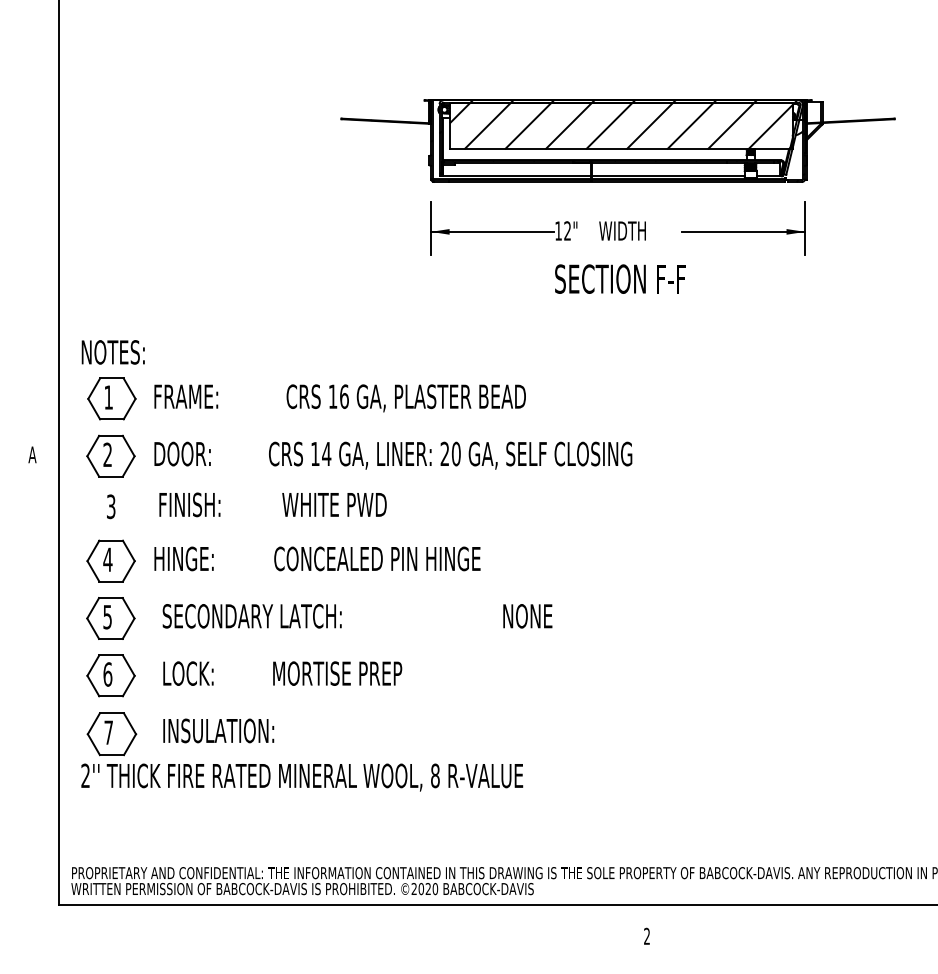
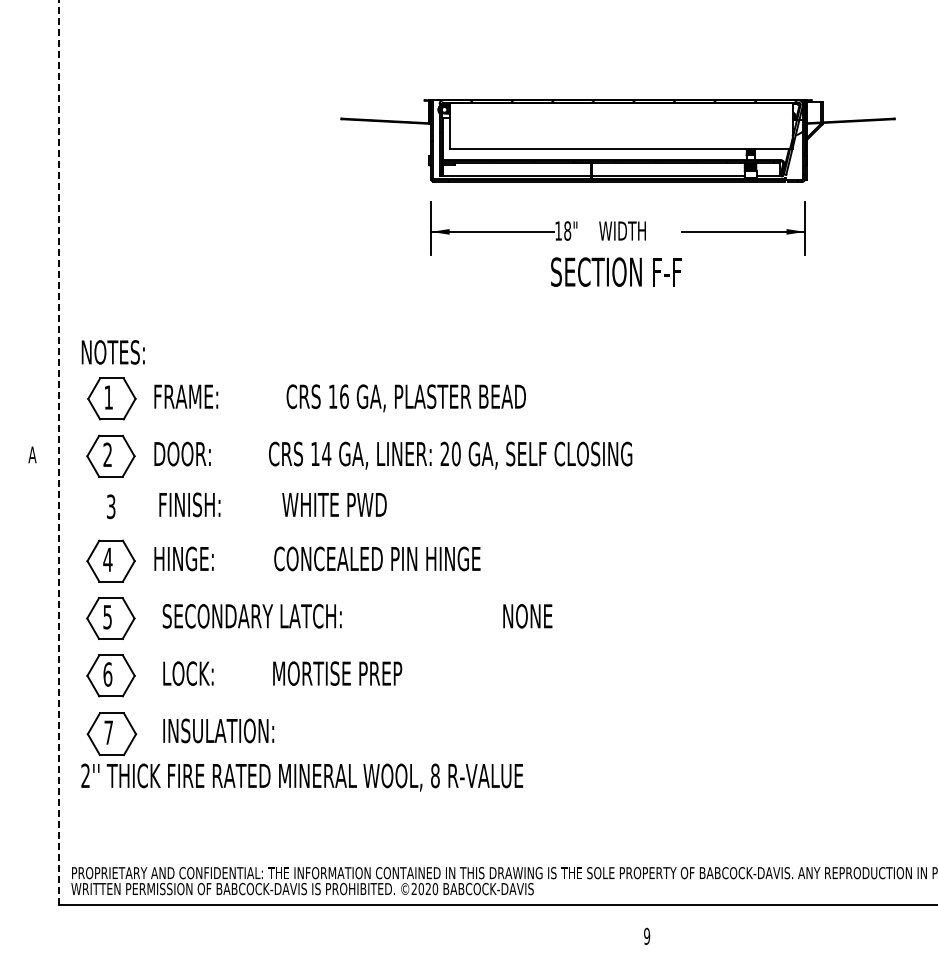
hatch at (620, 125): present -> none
text at (567, 230): 12" -> 18"
text at (620, 278) position: (620, 278) -> (616, 271)
line at (59, 453): solid -> dashed
text at (647, 936): 2 -> 9
